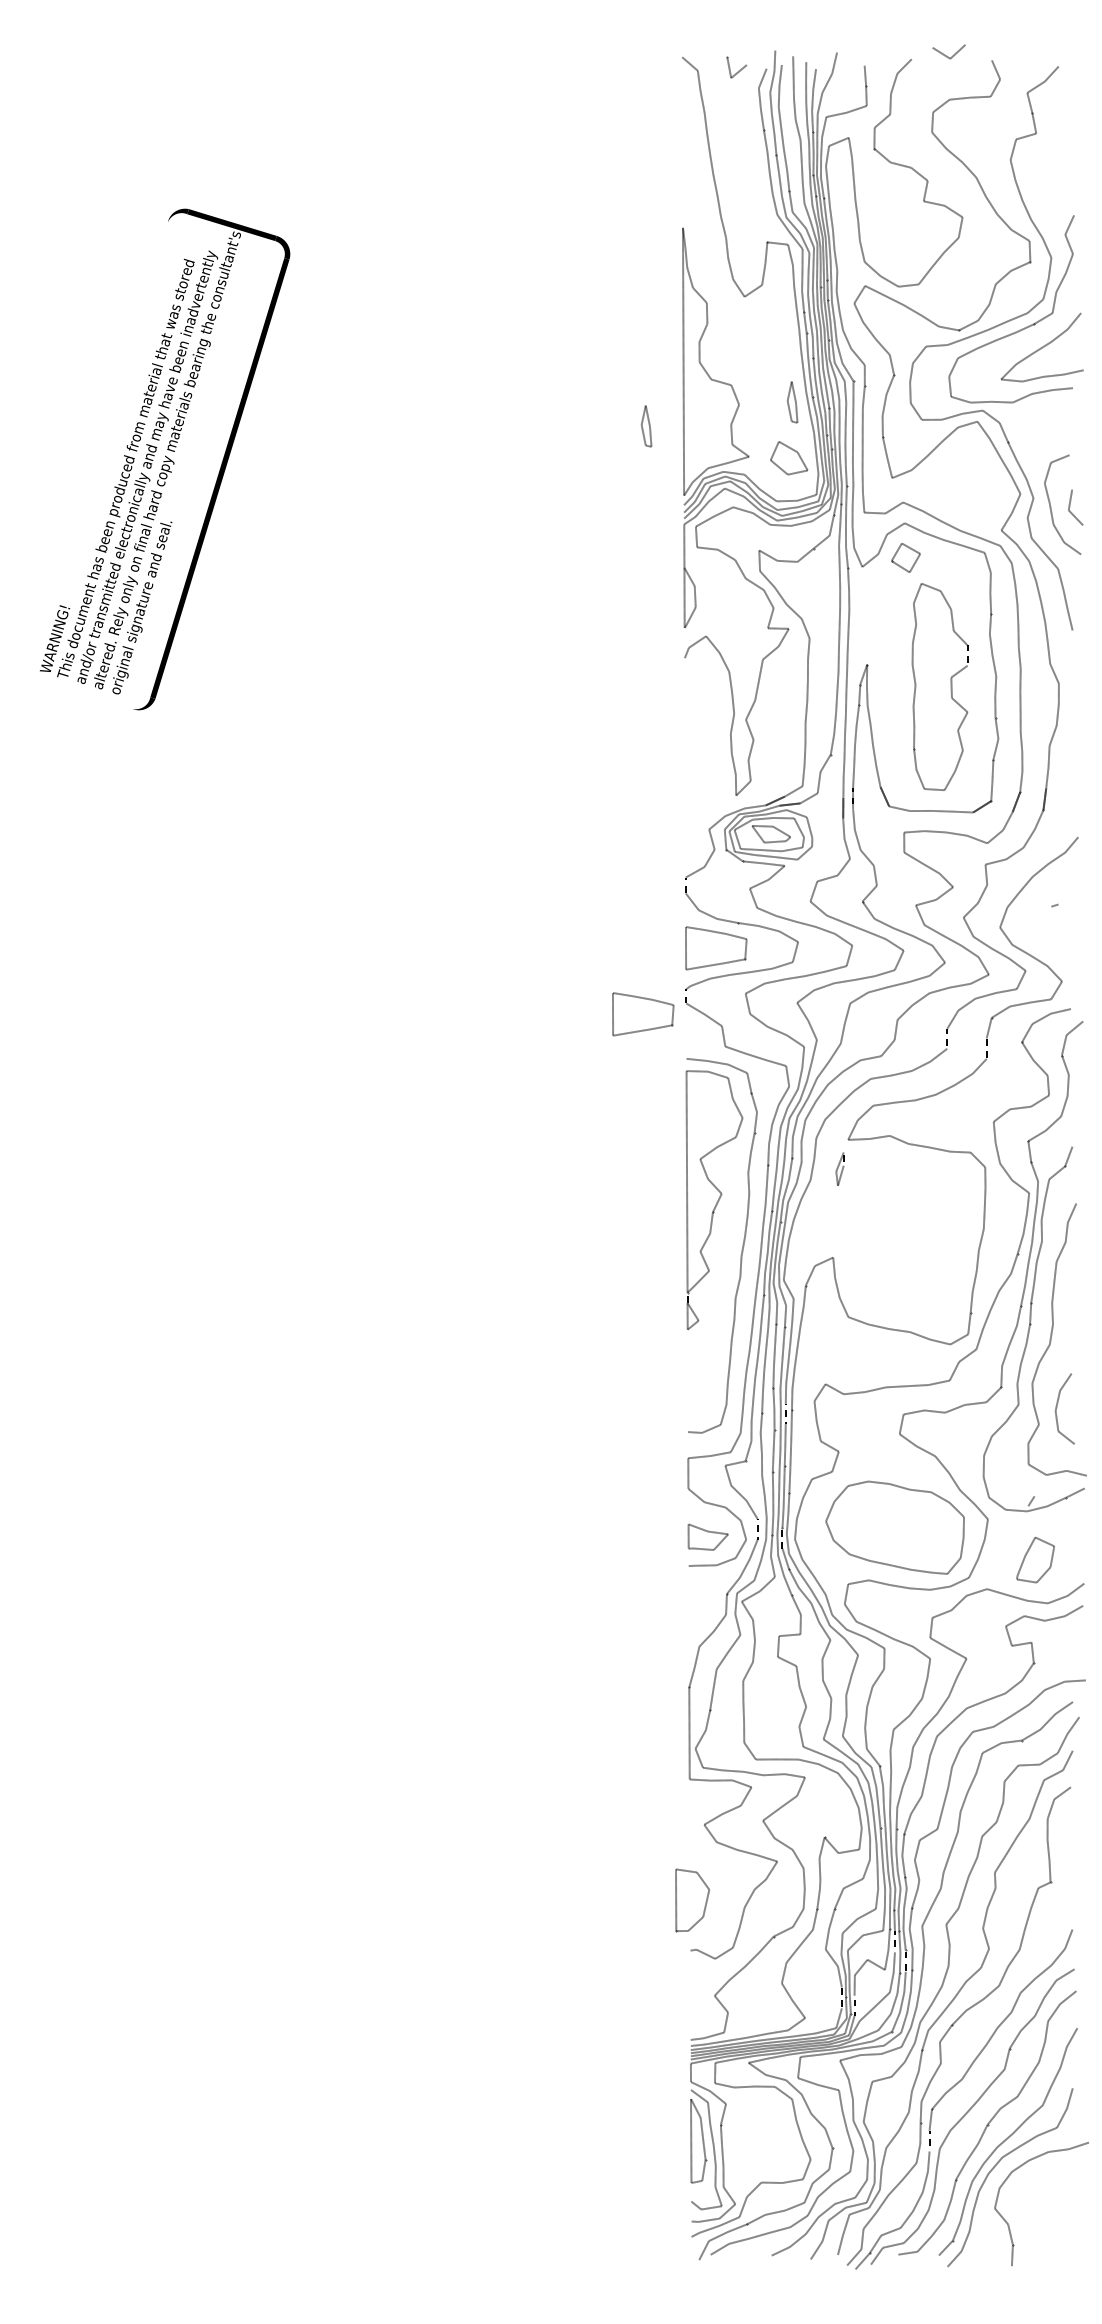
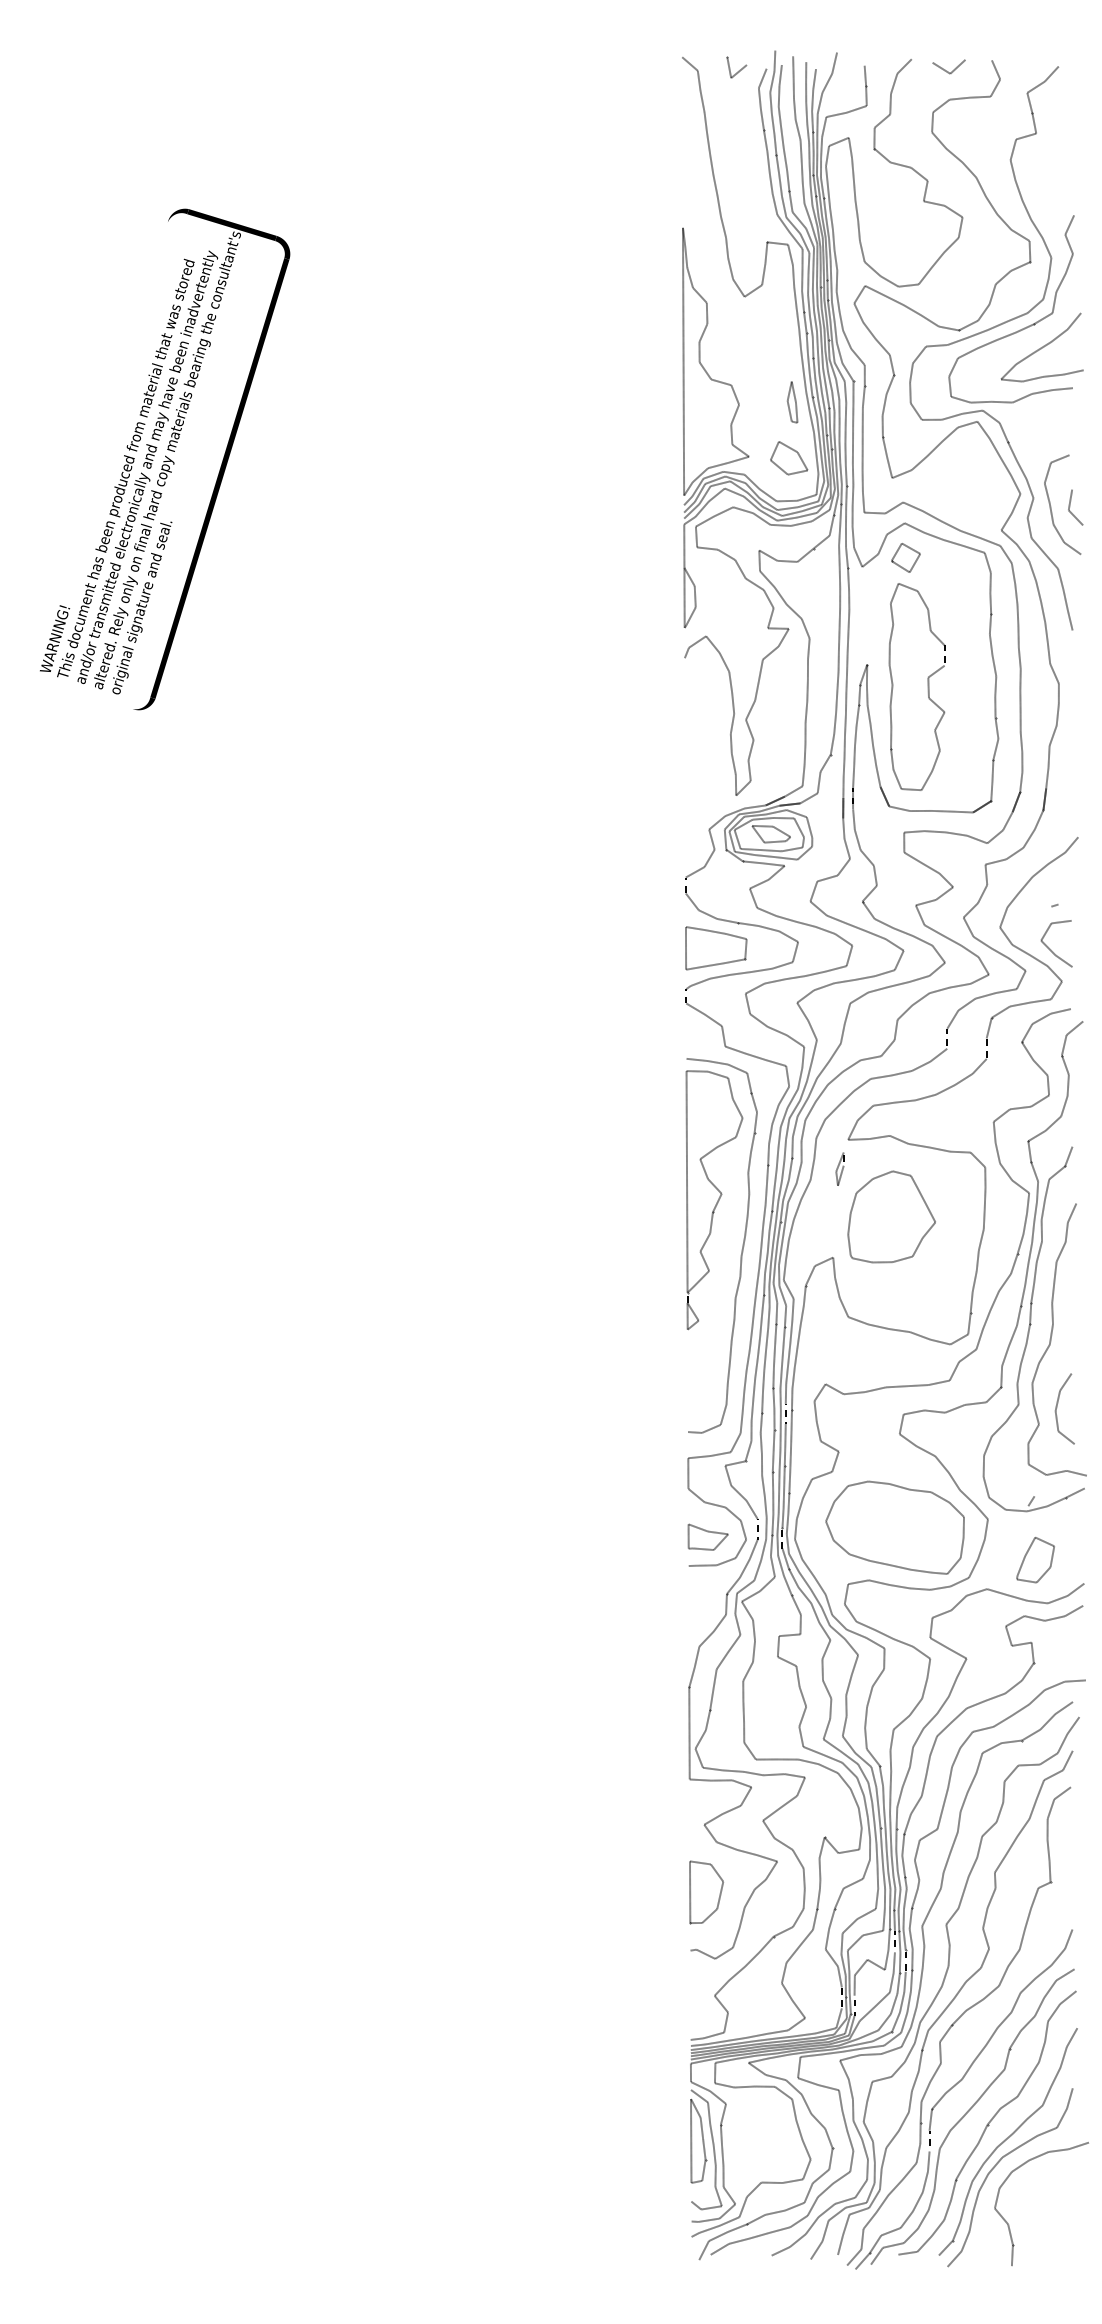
line at (945, 54) position: (945, 54) -> (945, 69)
part at (646, 426): present -> none
part at (950, 686) position: (950, 686) -> (927, 686)
line at (1050, 948): none -> present
part at (643, 1014): present -> none
part at (891, 1216): none -> present
part at (692, 1900) position: (692, 1900) -> (706, 1892)
